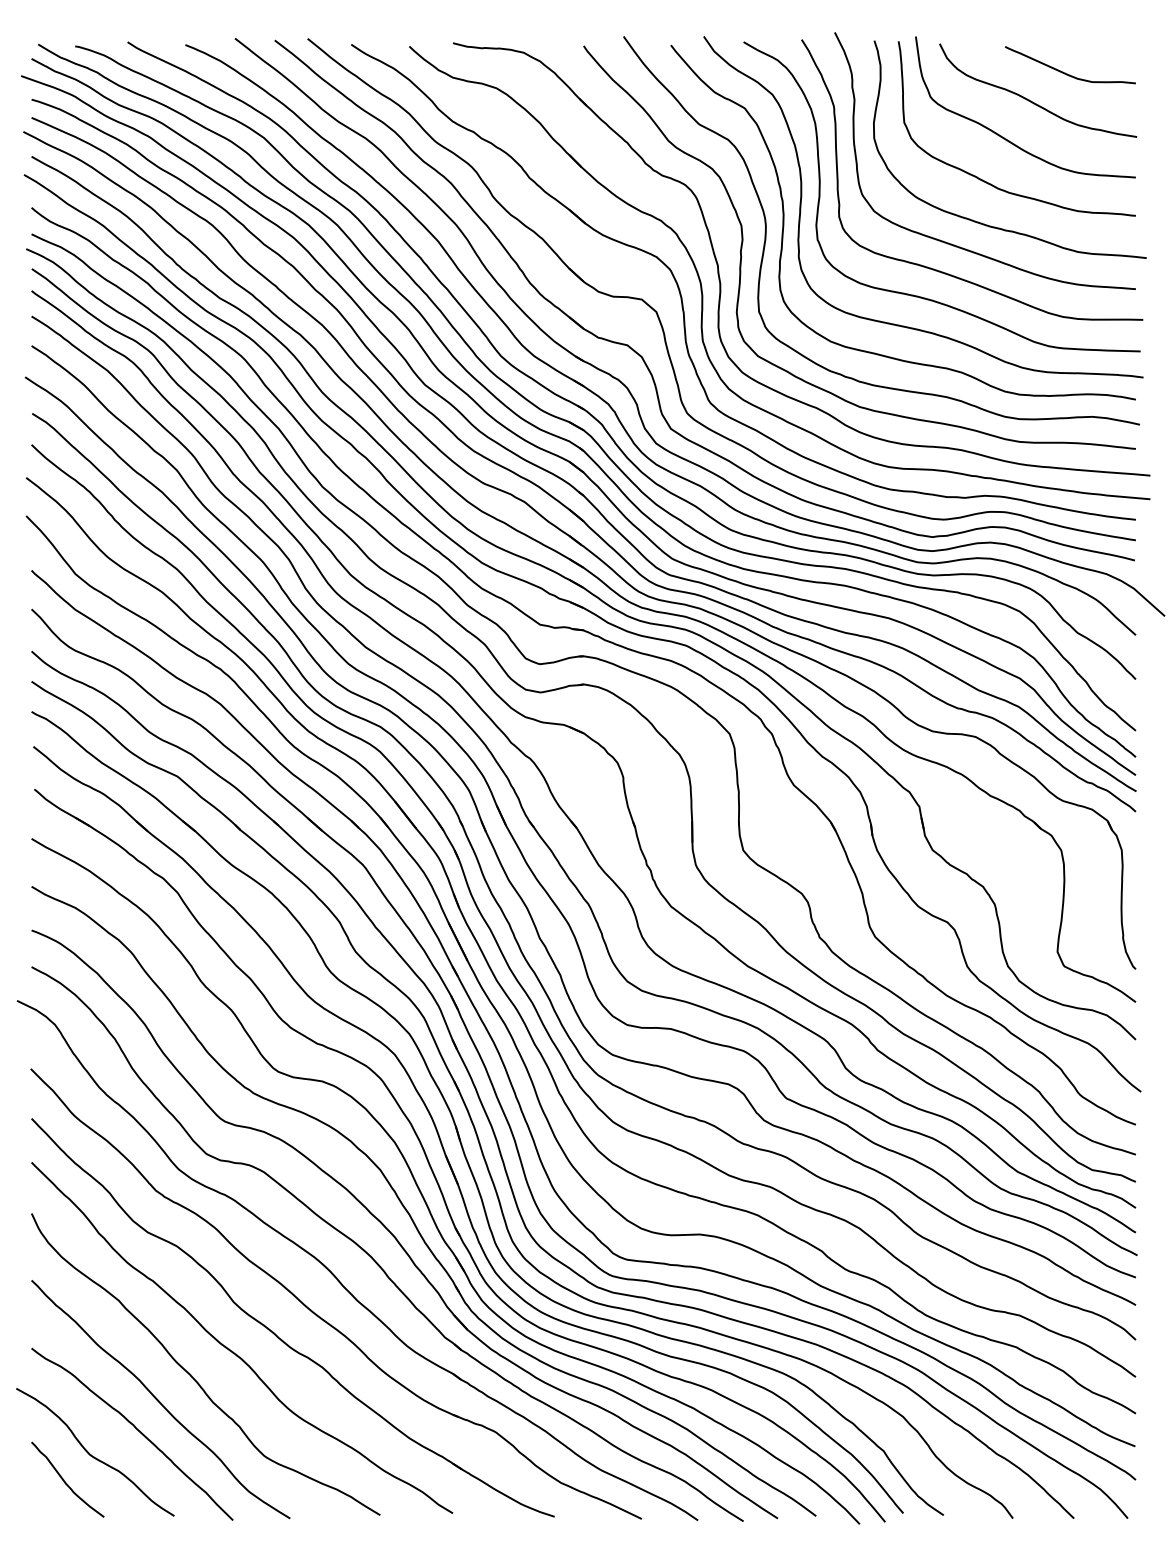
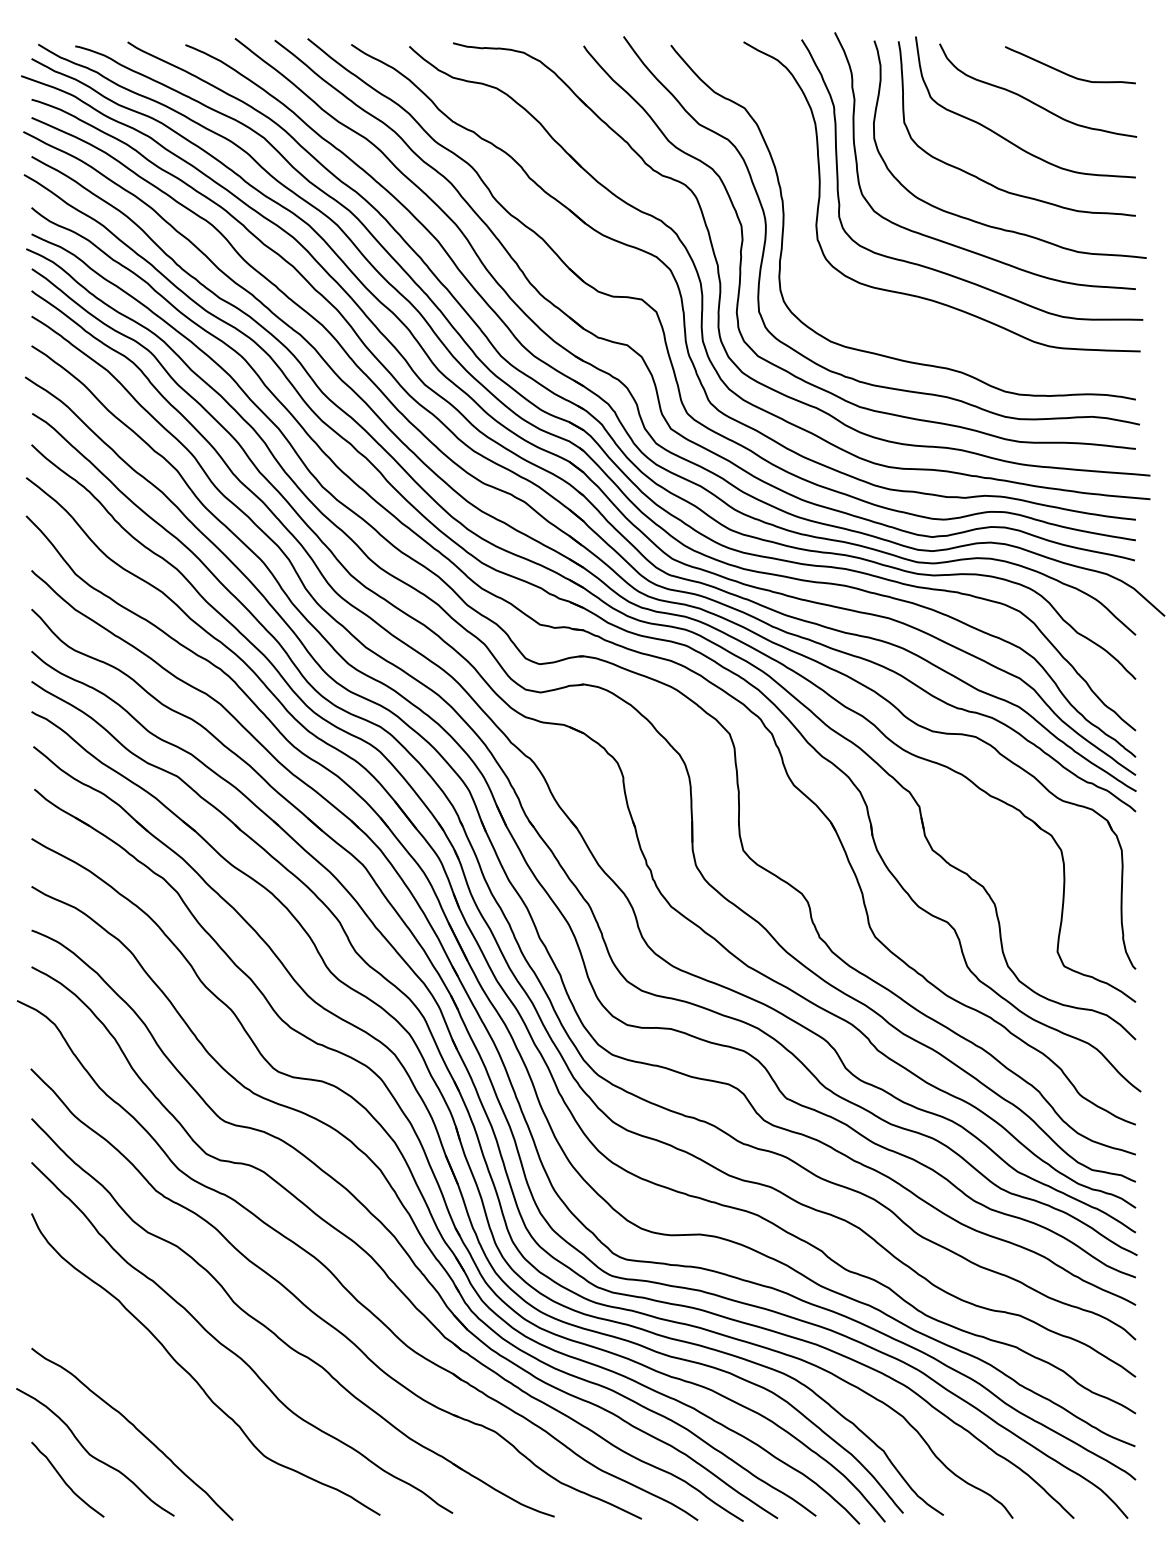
curve at (899, 324): present -> none
curve at (159, 1400): present -> none
